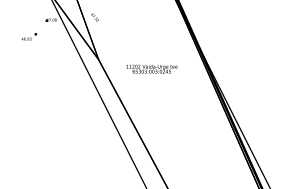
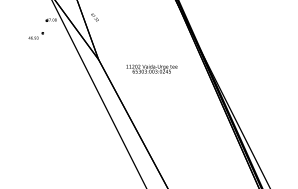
part at (28, 36) position: (28, 36) -> (35, 35)
